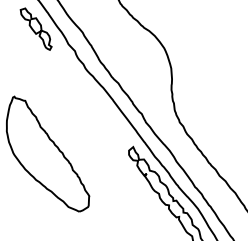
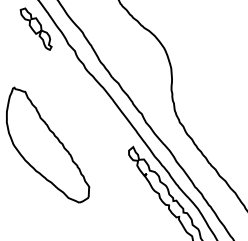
part at (48, 153) position: (48, 153) -> (48, 144)
